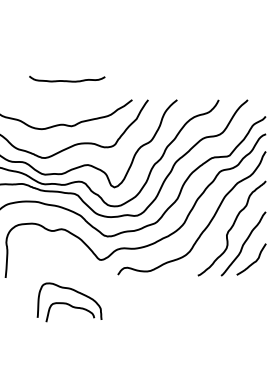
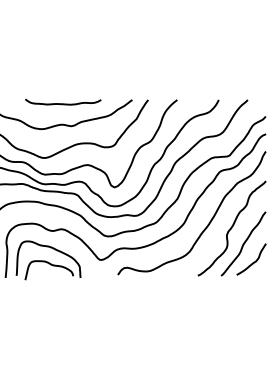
curve at (67, 80) position: (67, 80) -> (63, 103)
part at (69, 302) position: (69, 302) -> (48, 260)
